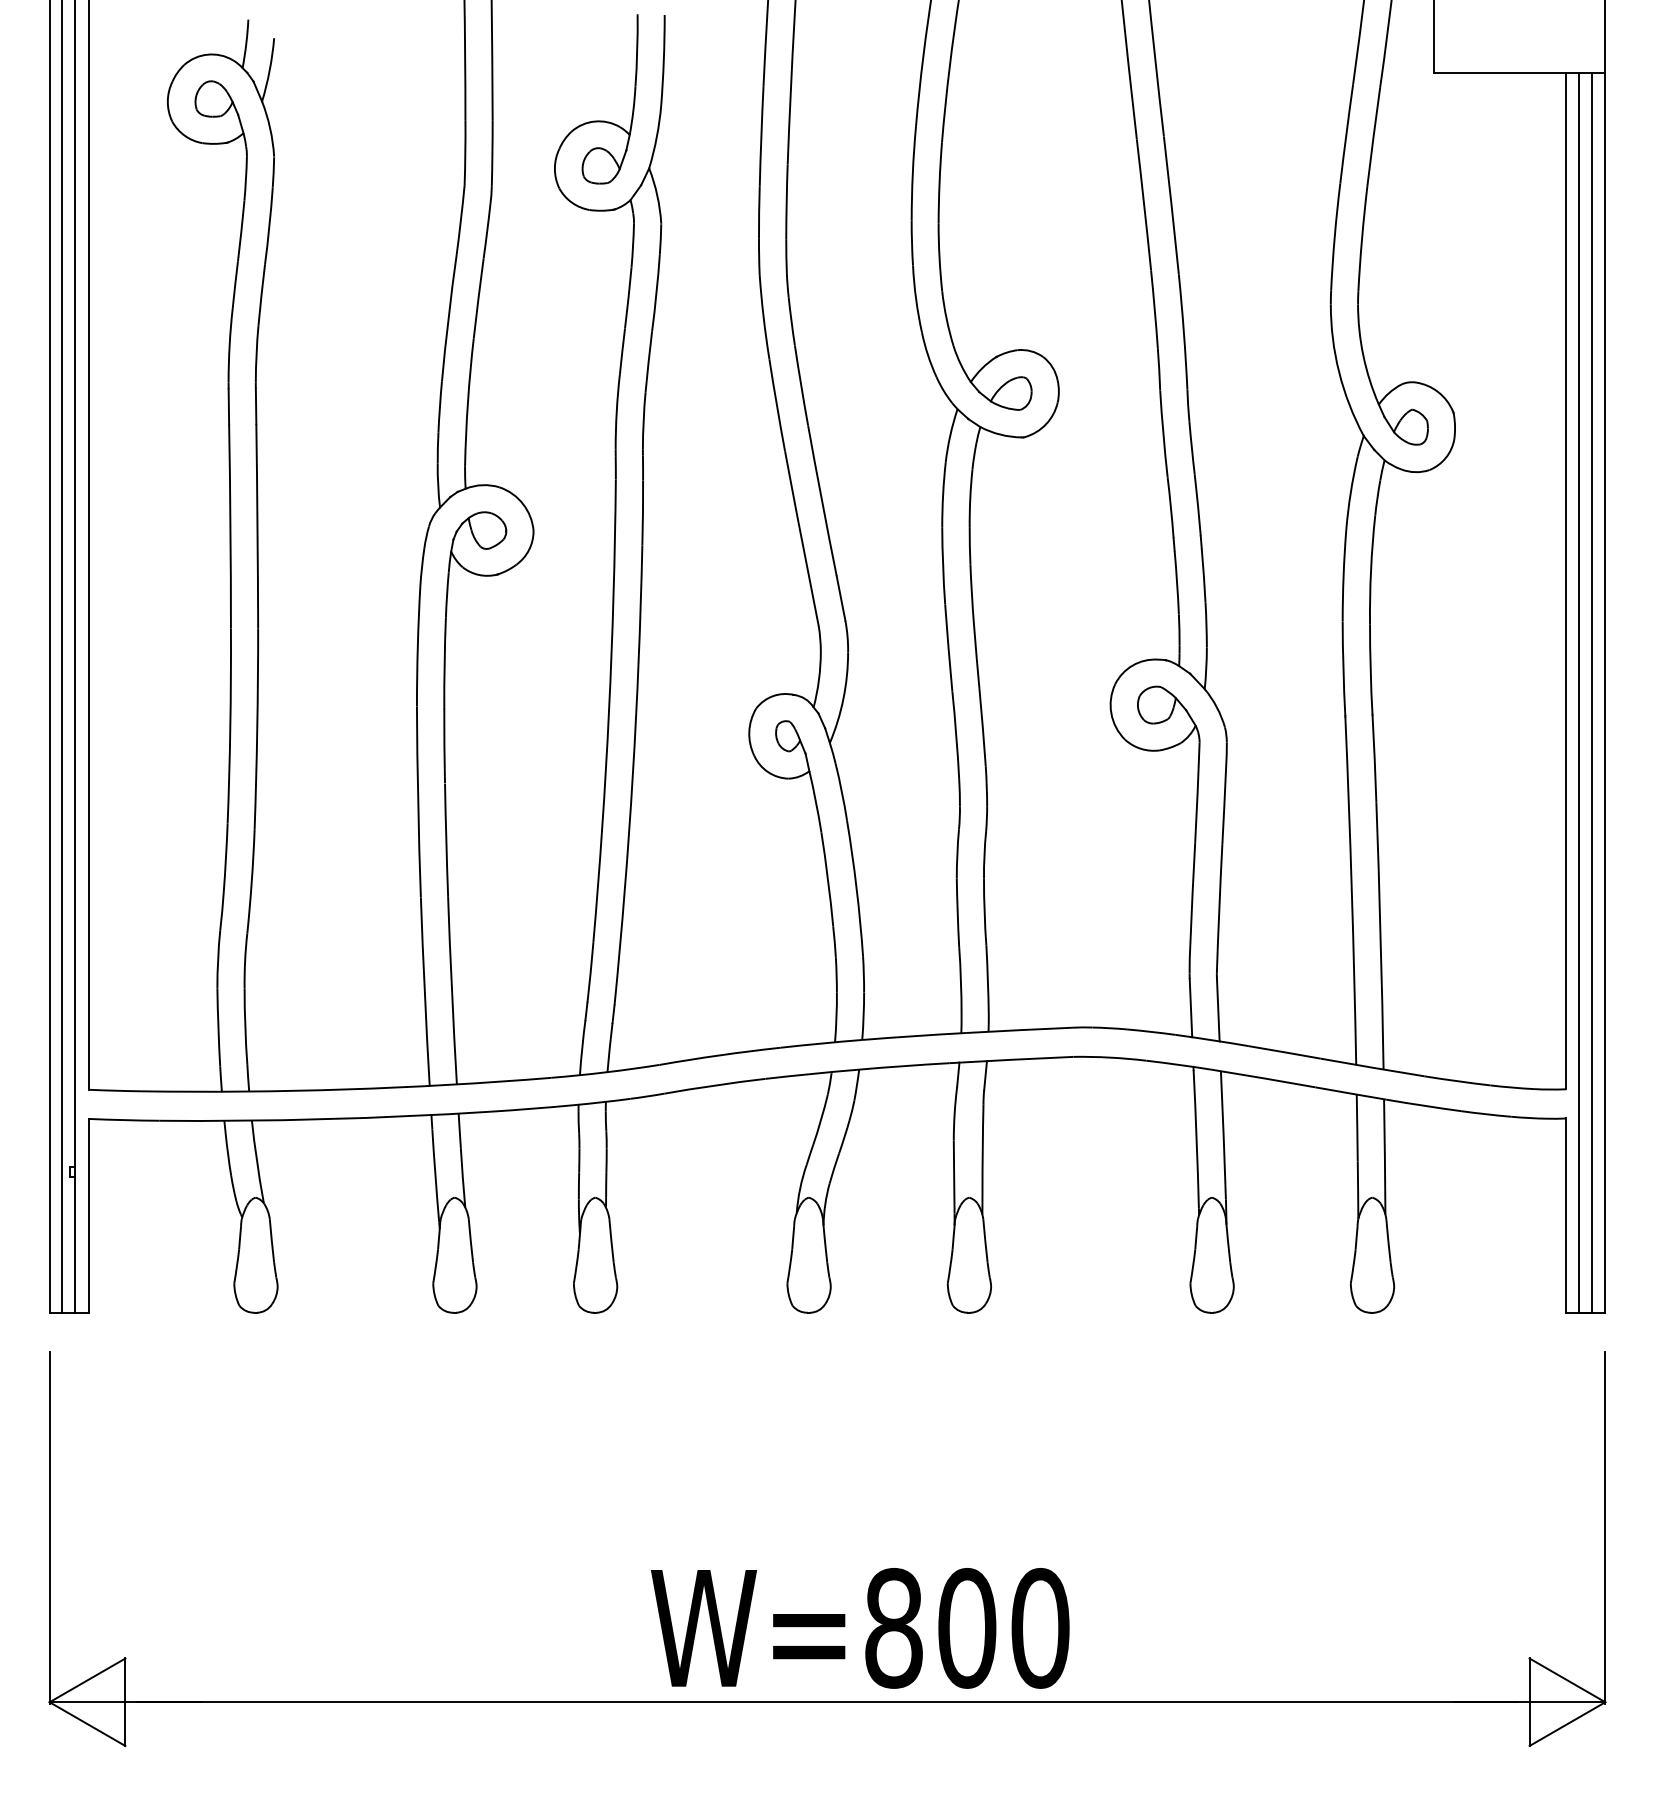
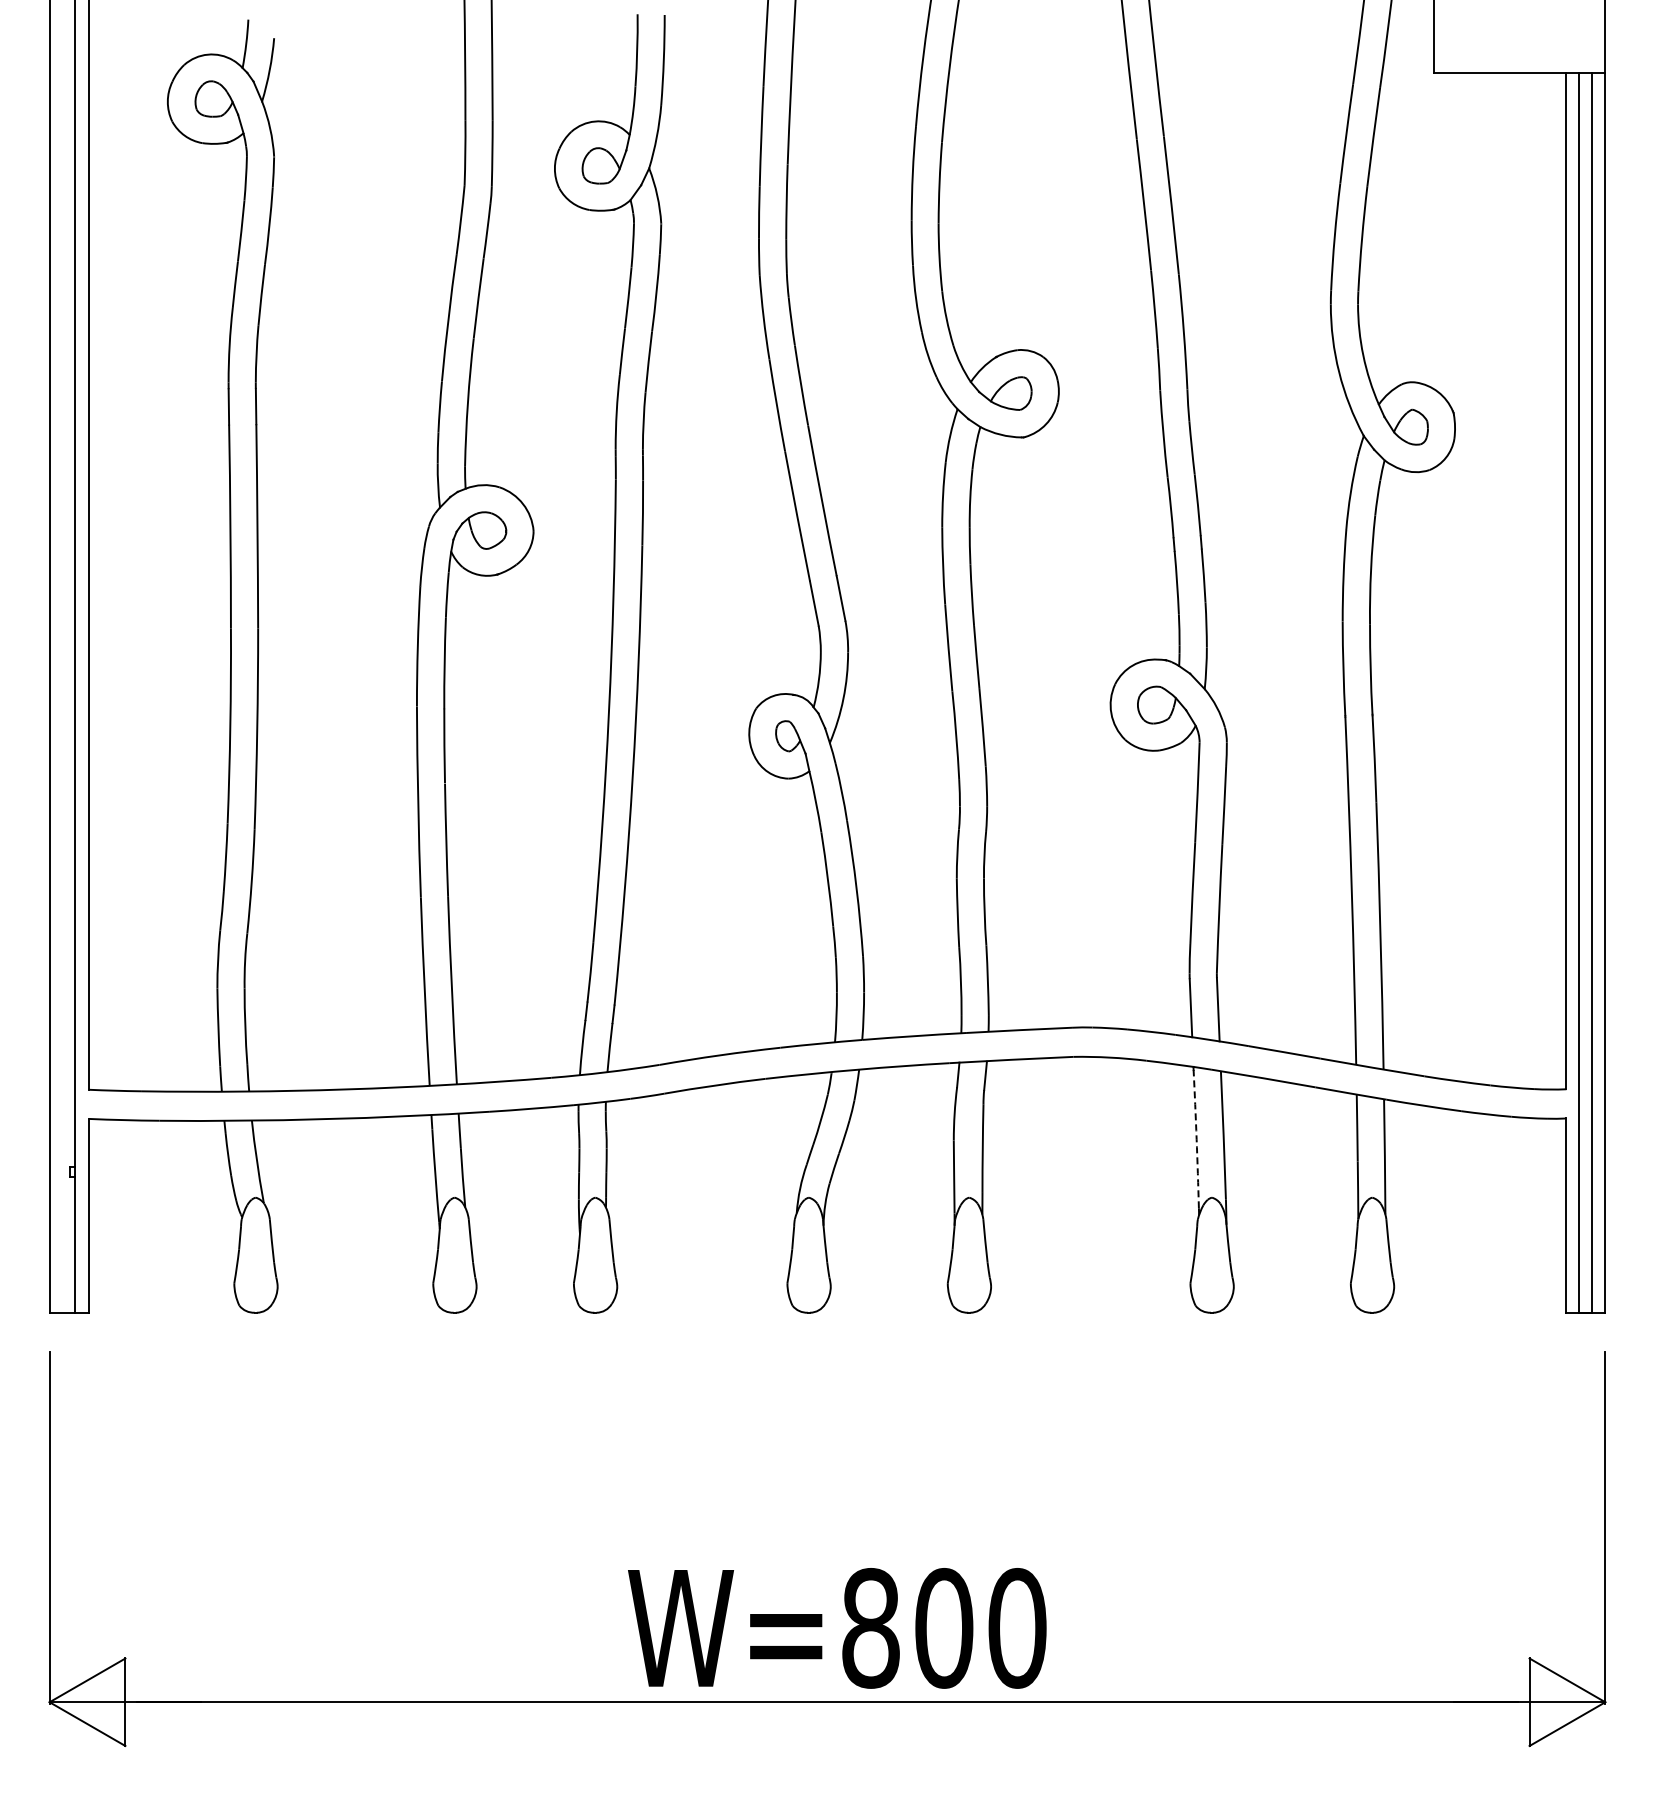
line at (62, 657): present -> none
arc at (1196, 1139): solid -> dashed
text at (860, 1628) position: (860, 1628) -> (837, 1628)
